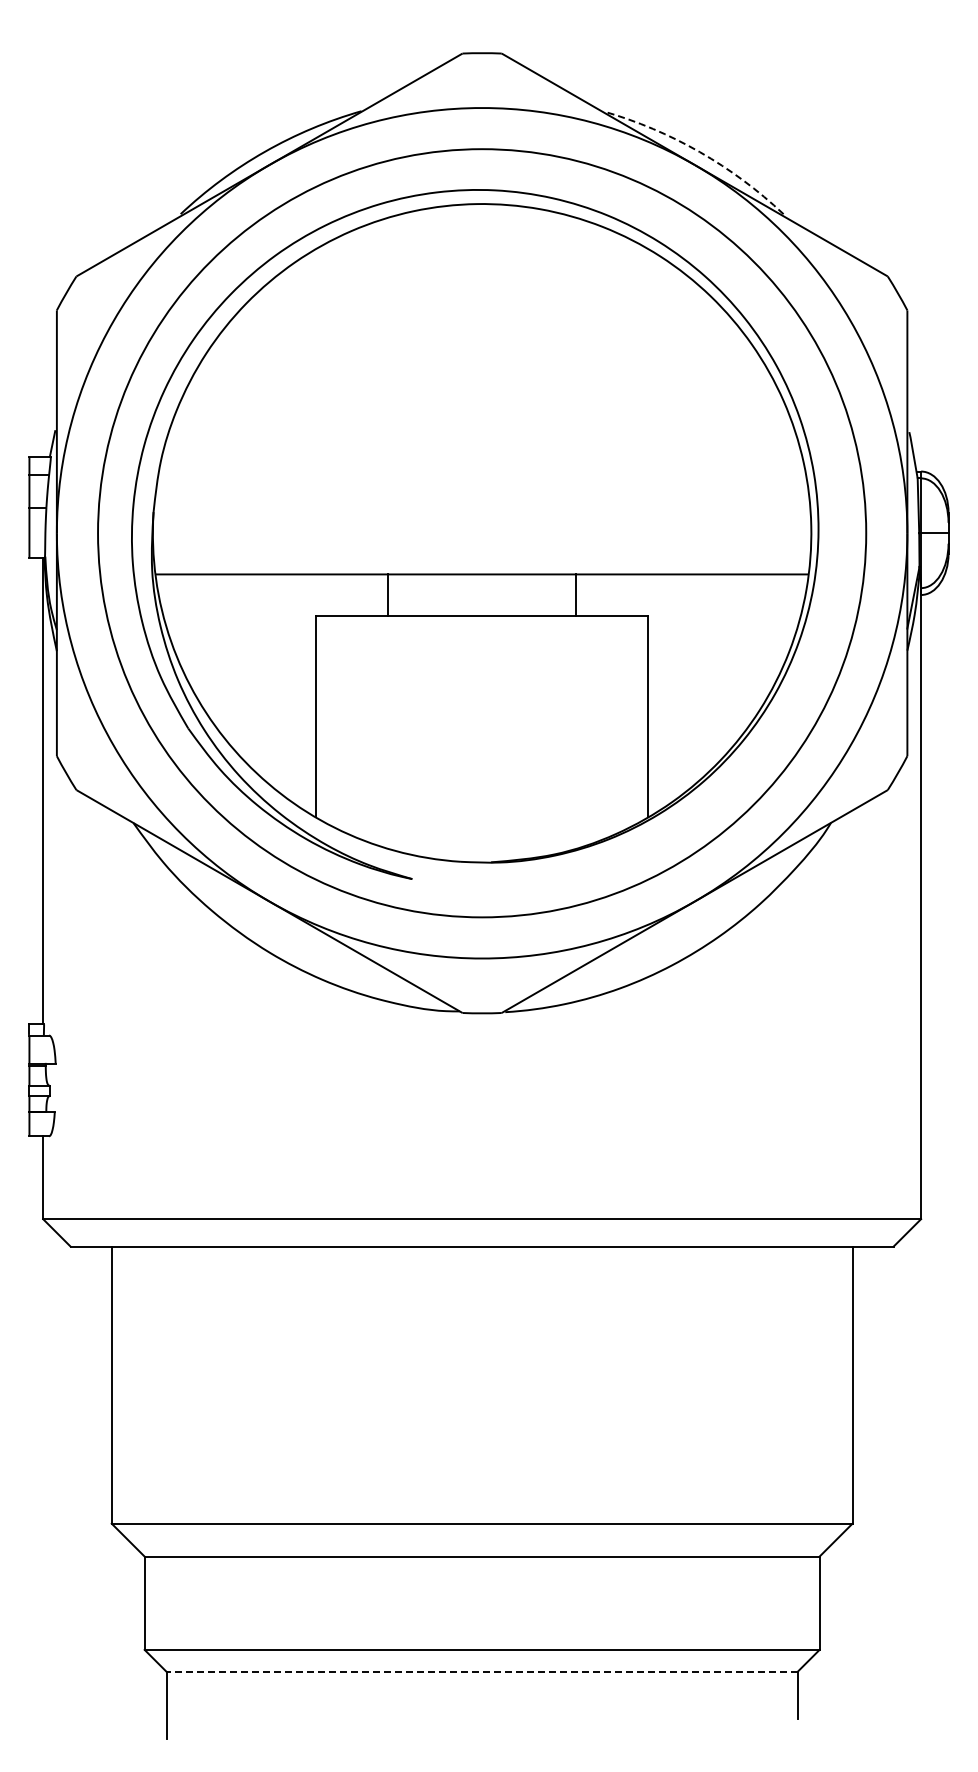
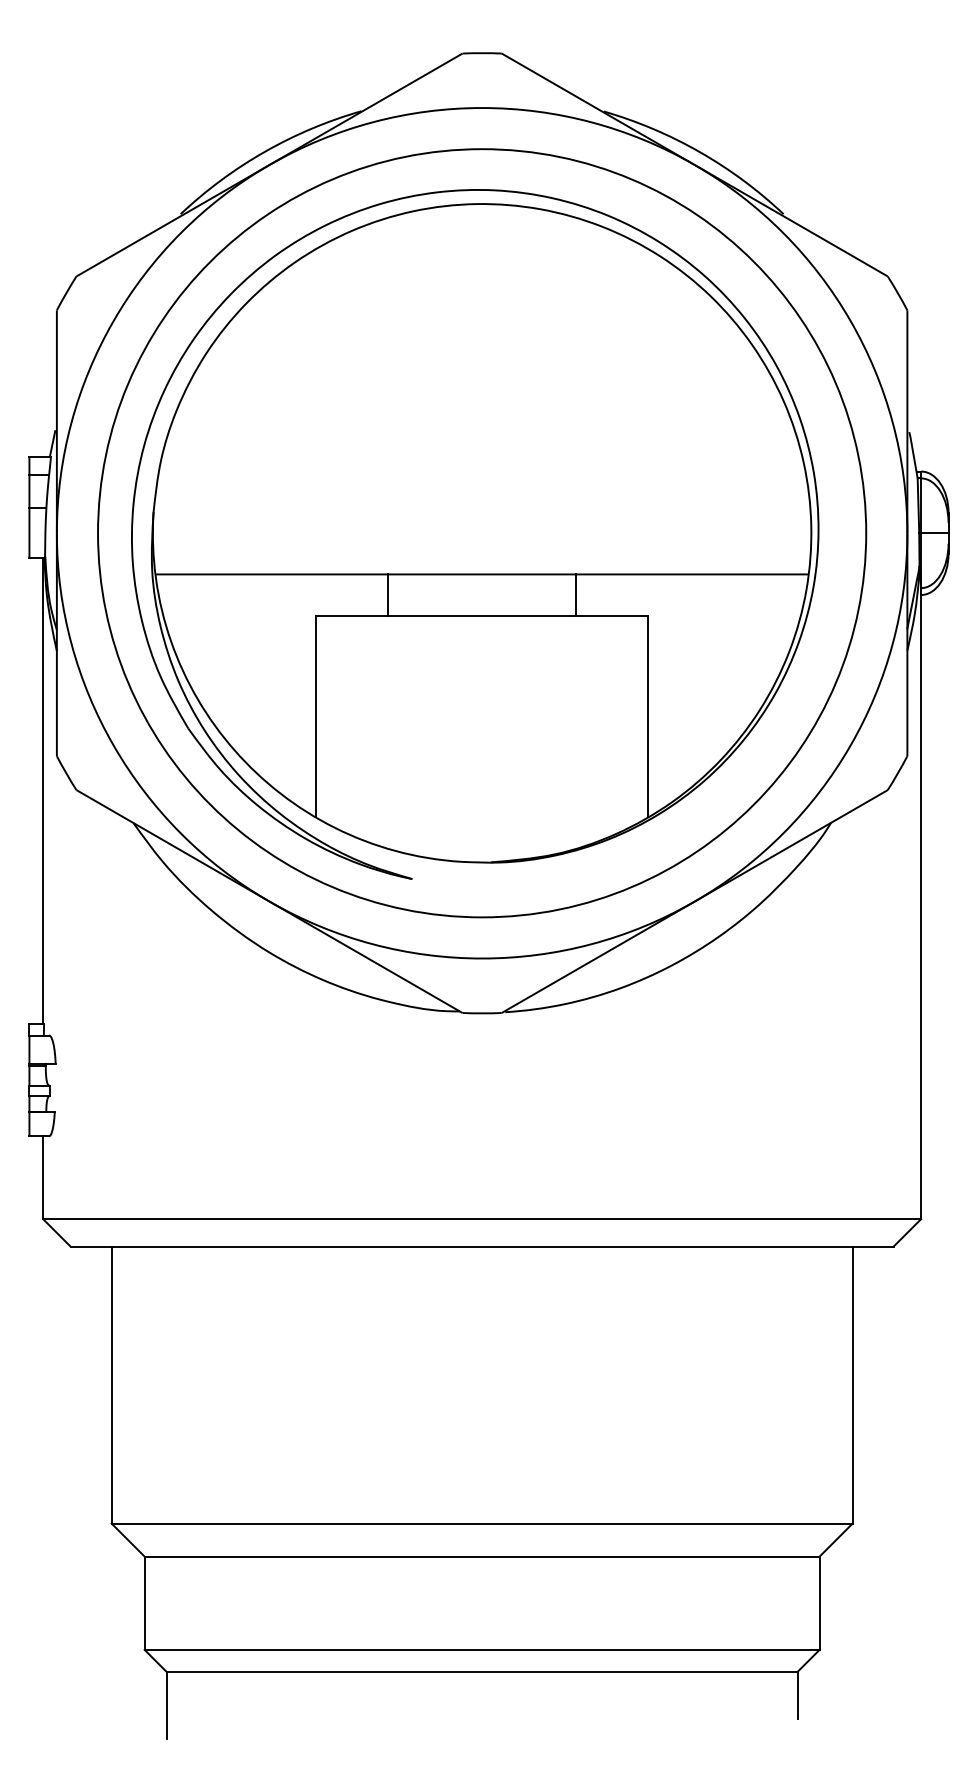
arc at (699, 152): dashed -> solid
line at (482, 1671): dashed -> solid
